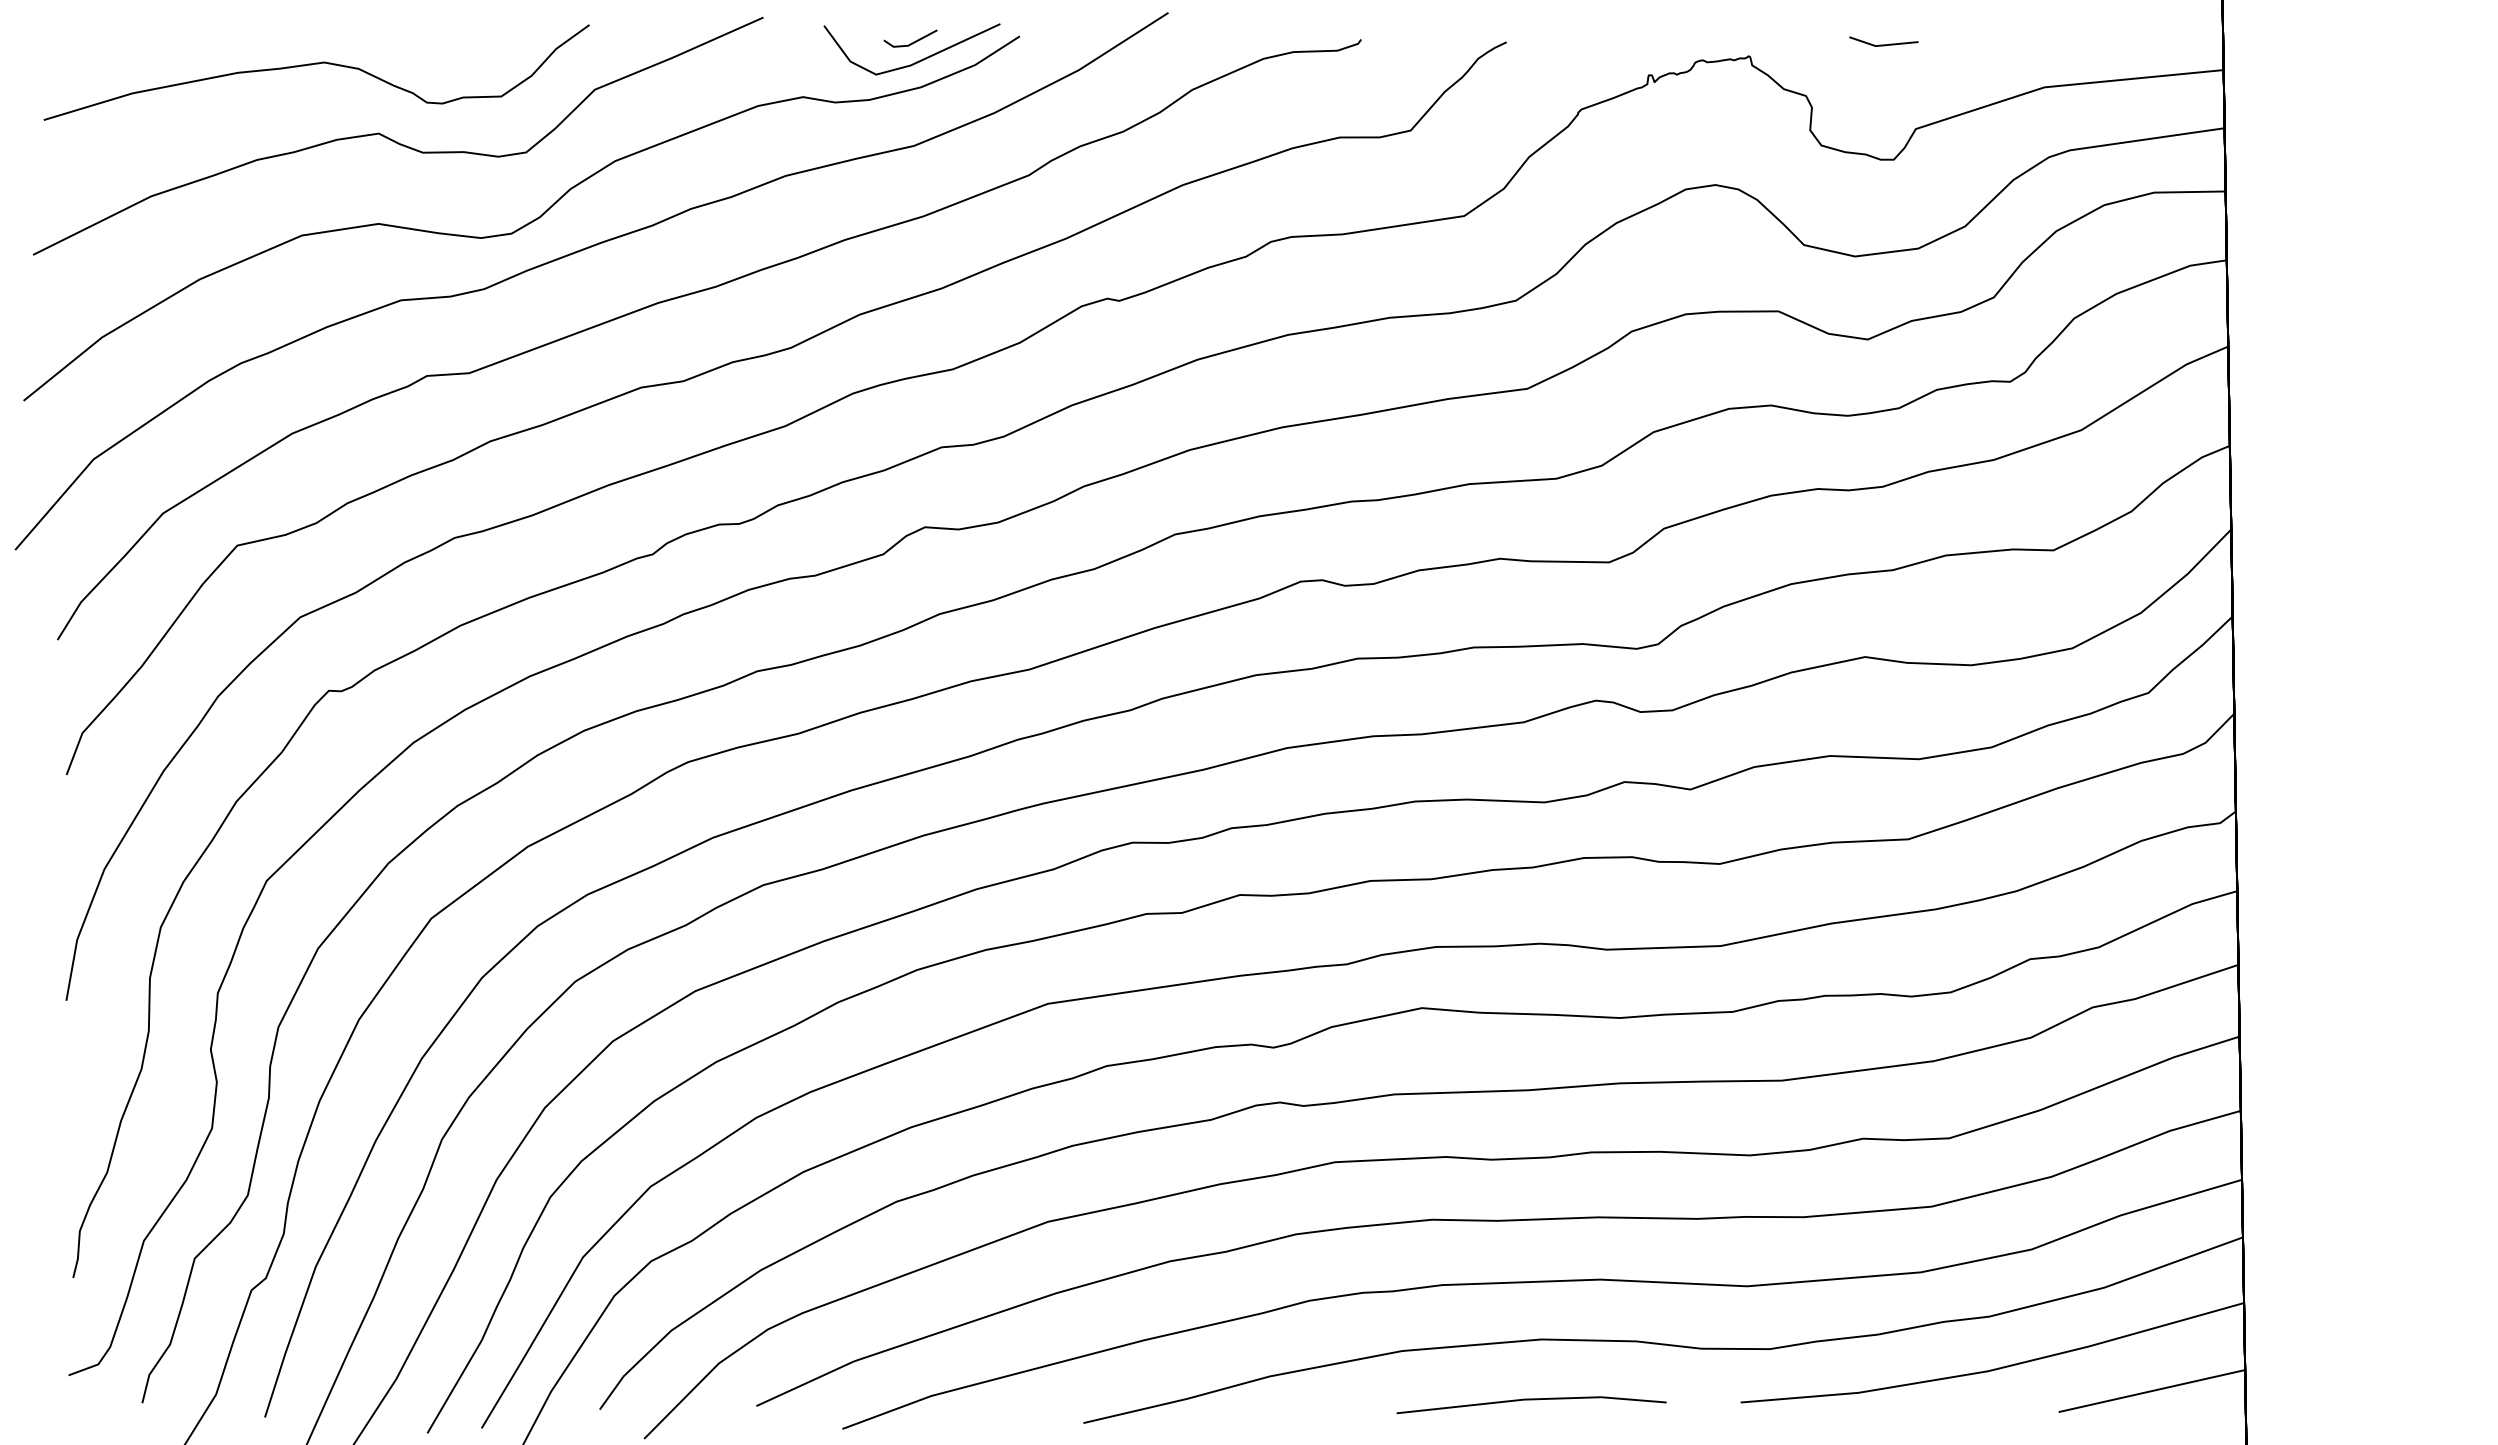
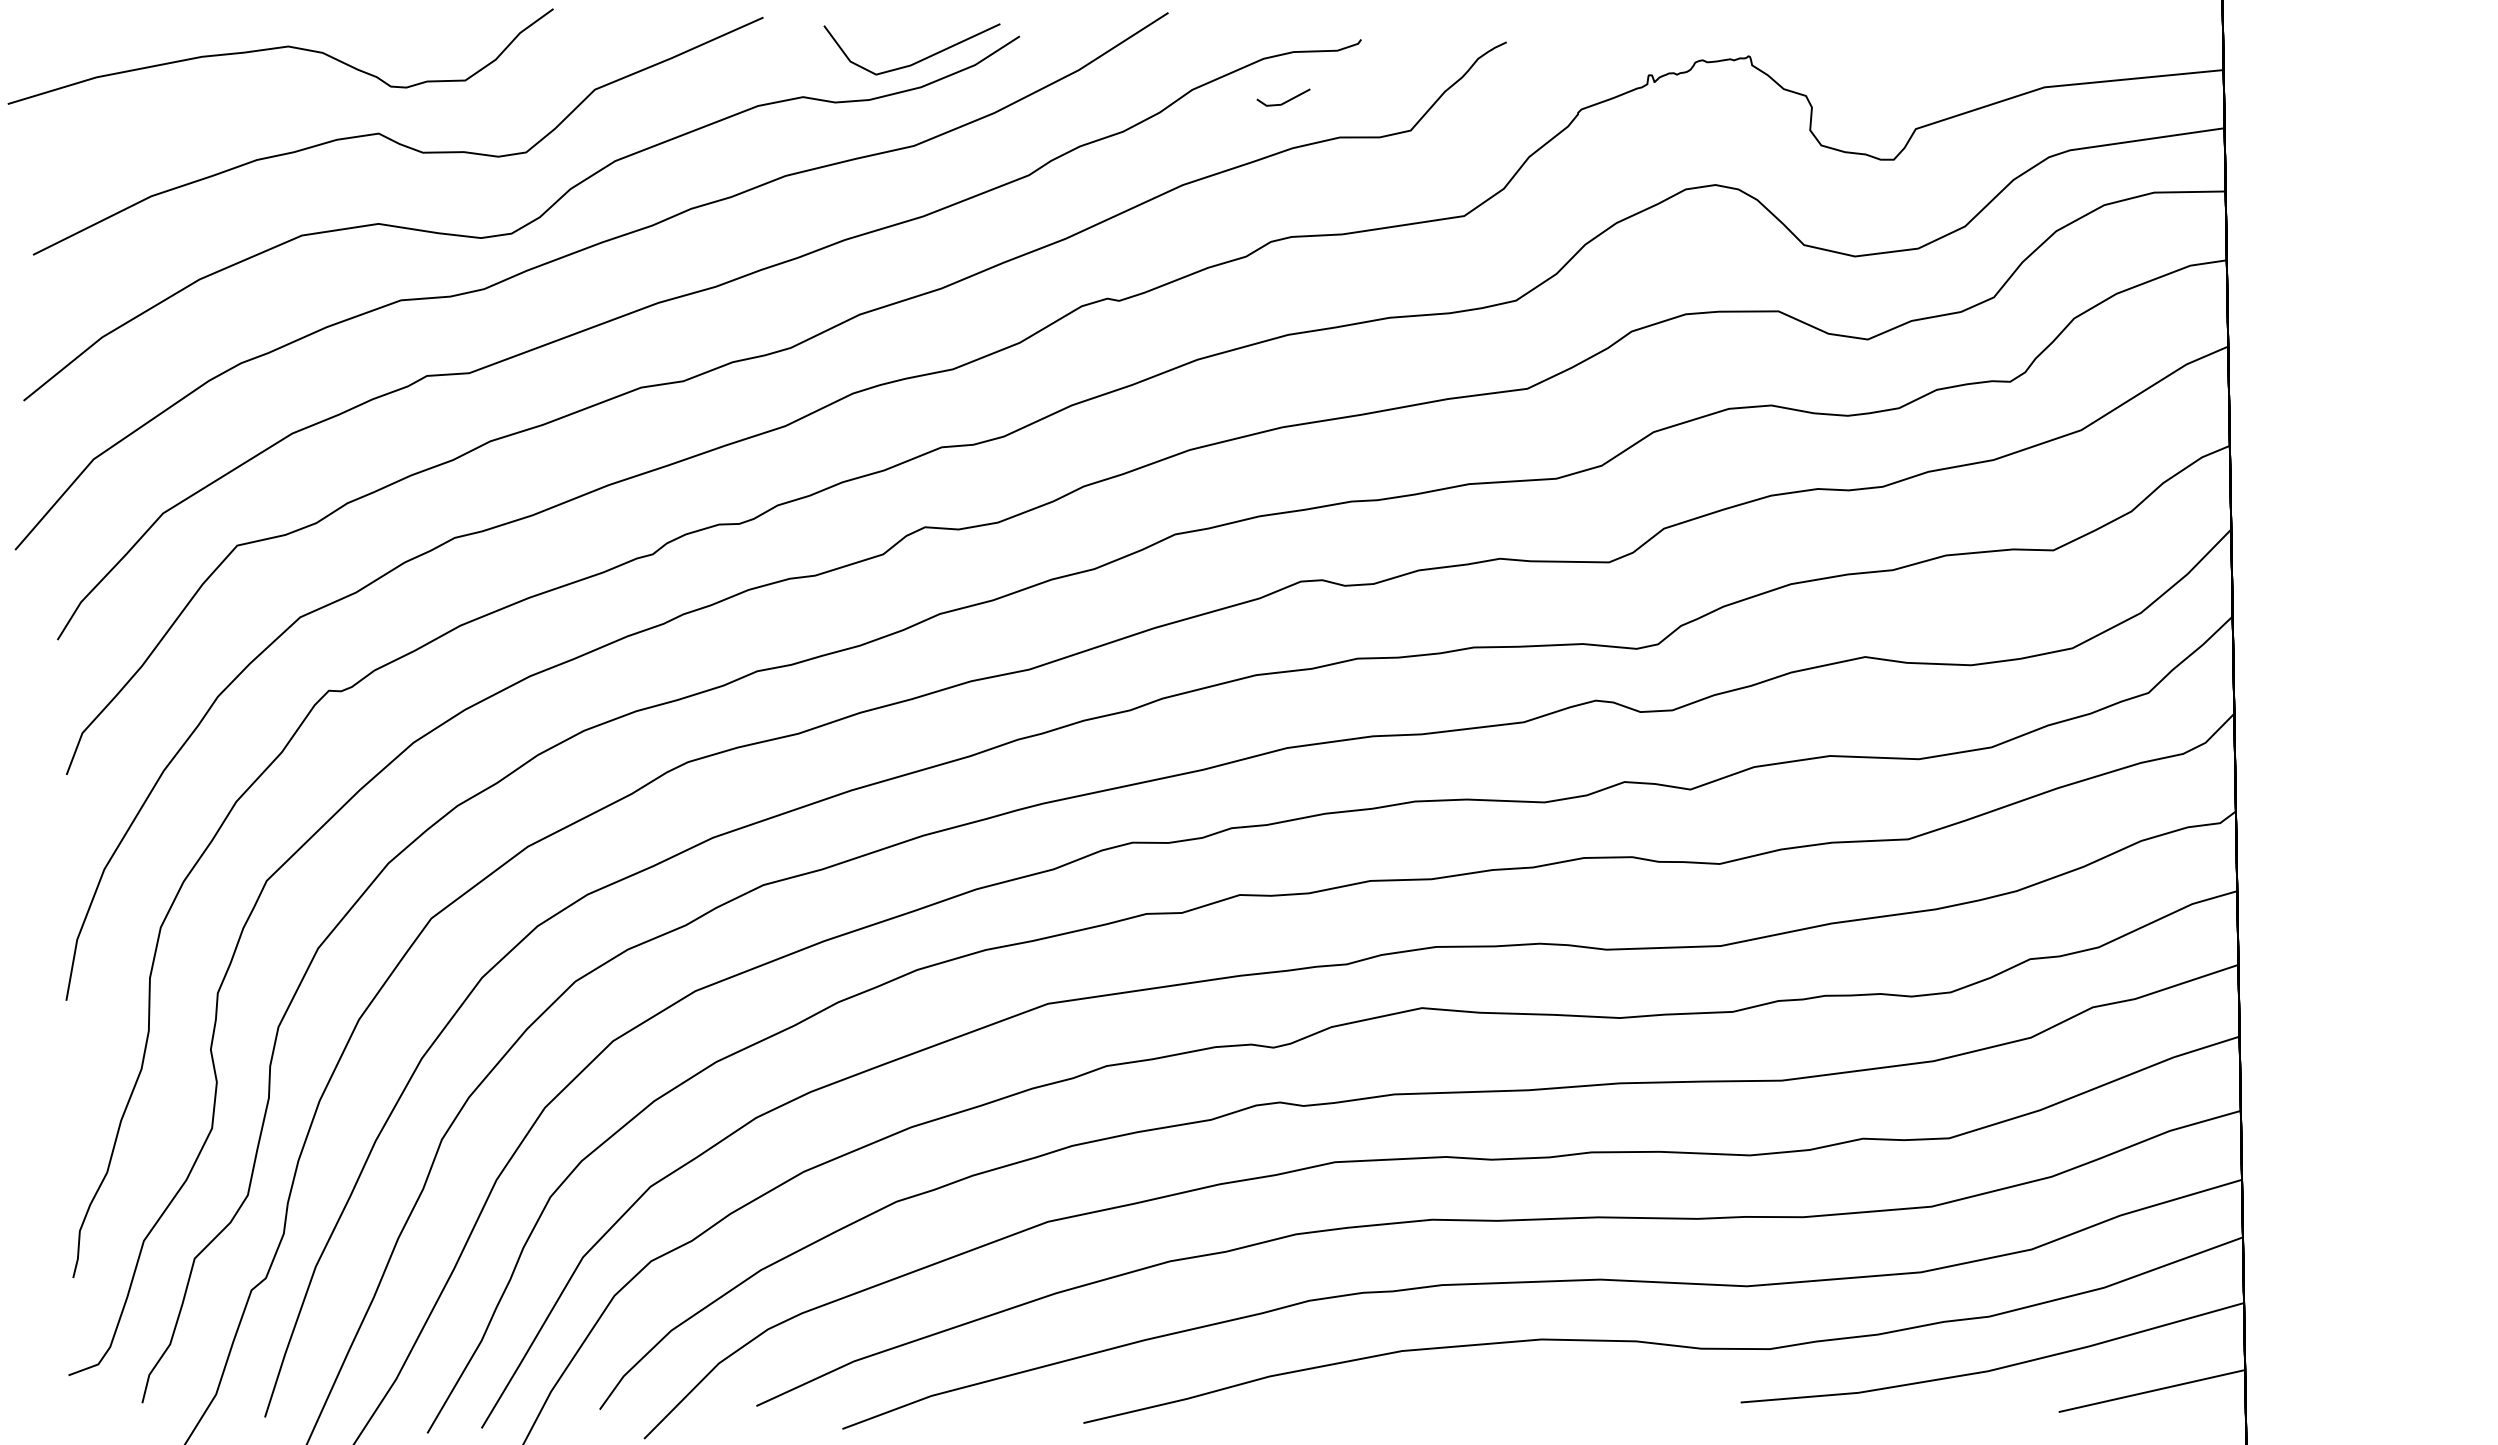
line at (911, 42) position: (911, 42) -> (1284, 101)
line at (1883, 44): present -> none
curve at (316, 64) position: (316, 64) -> (280, 48)
line at (1531, 1400): present -> none
